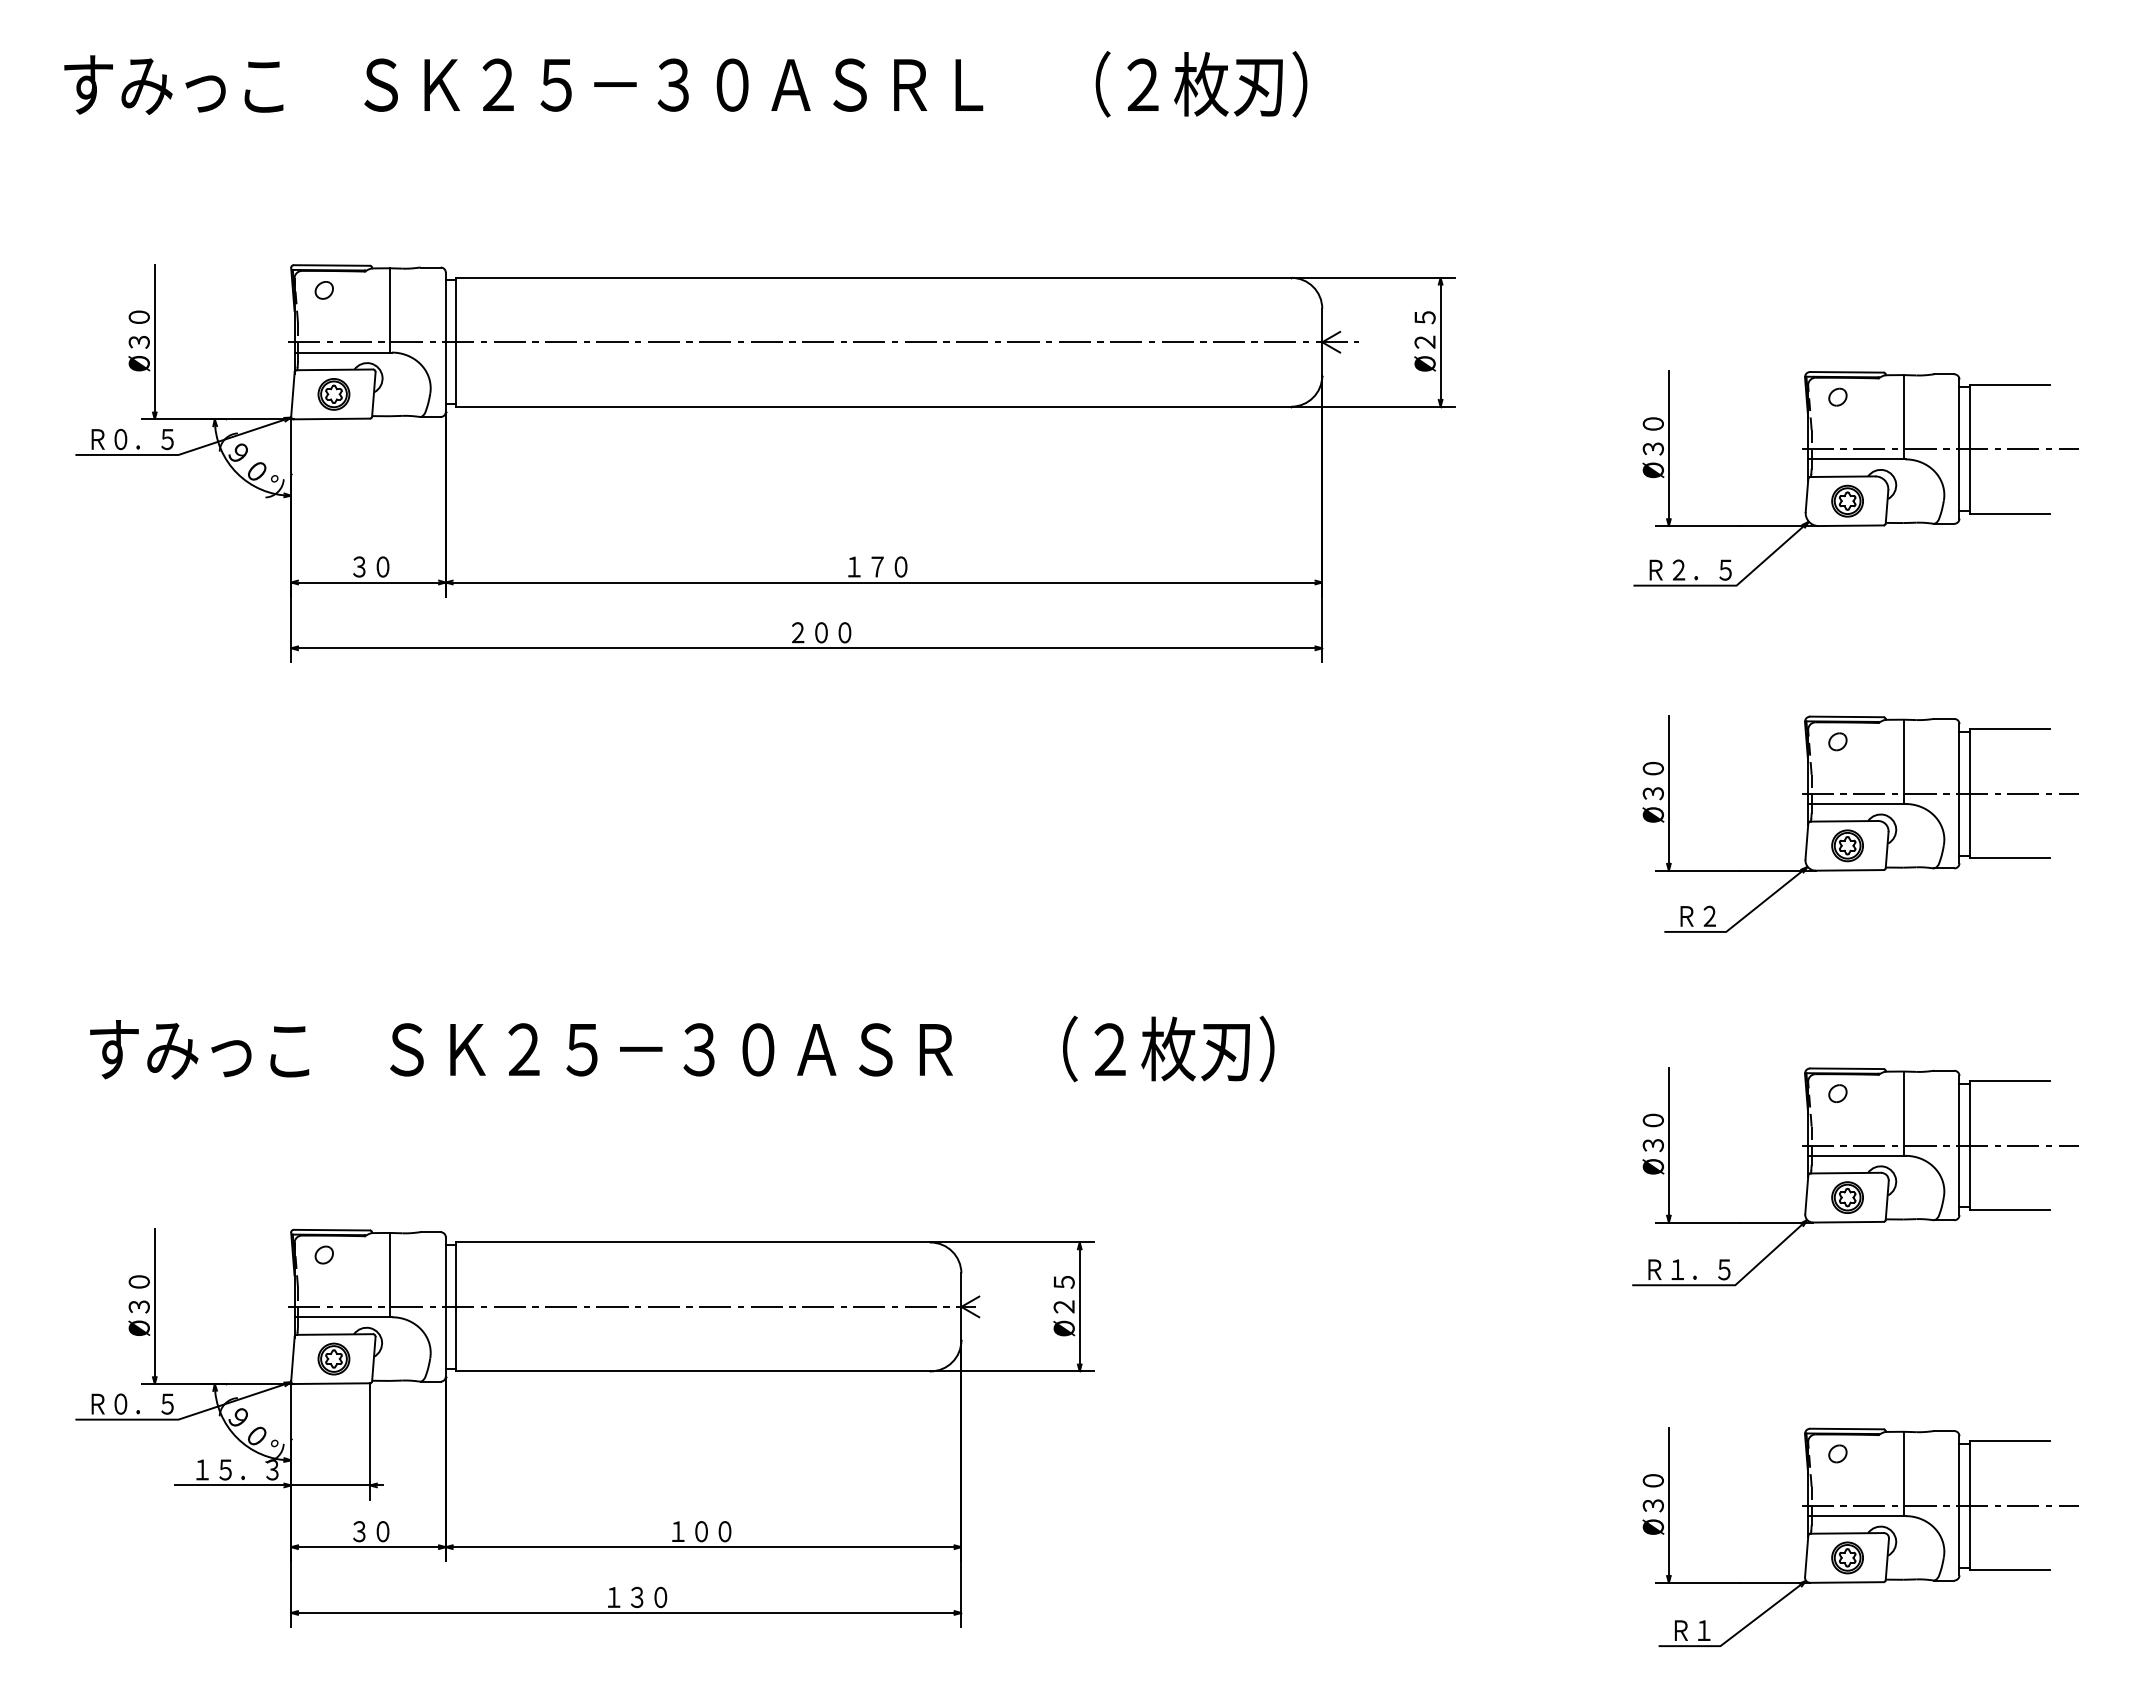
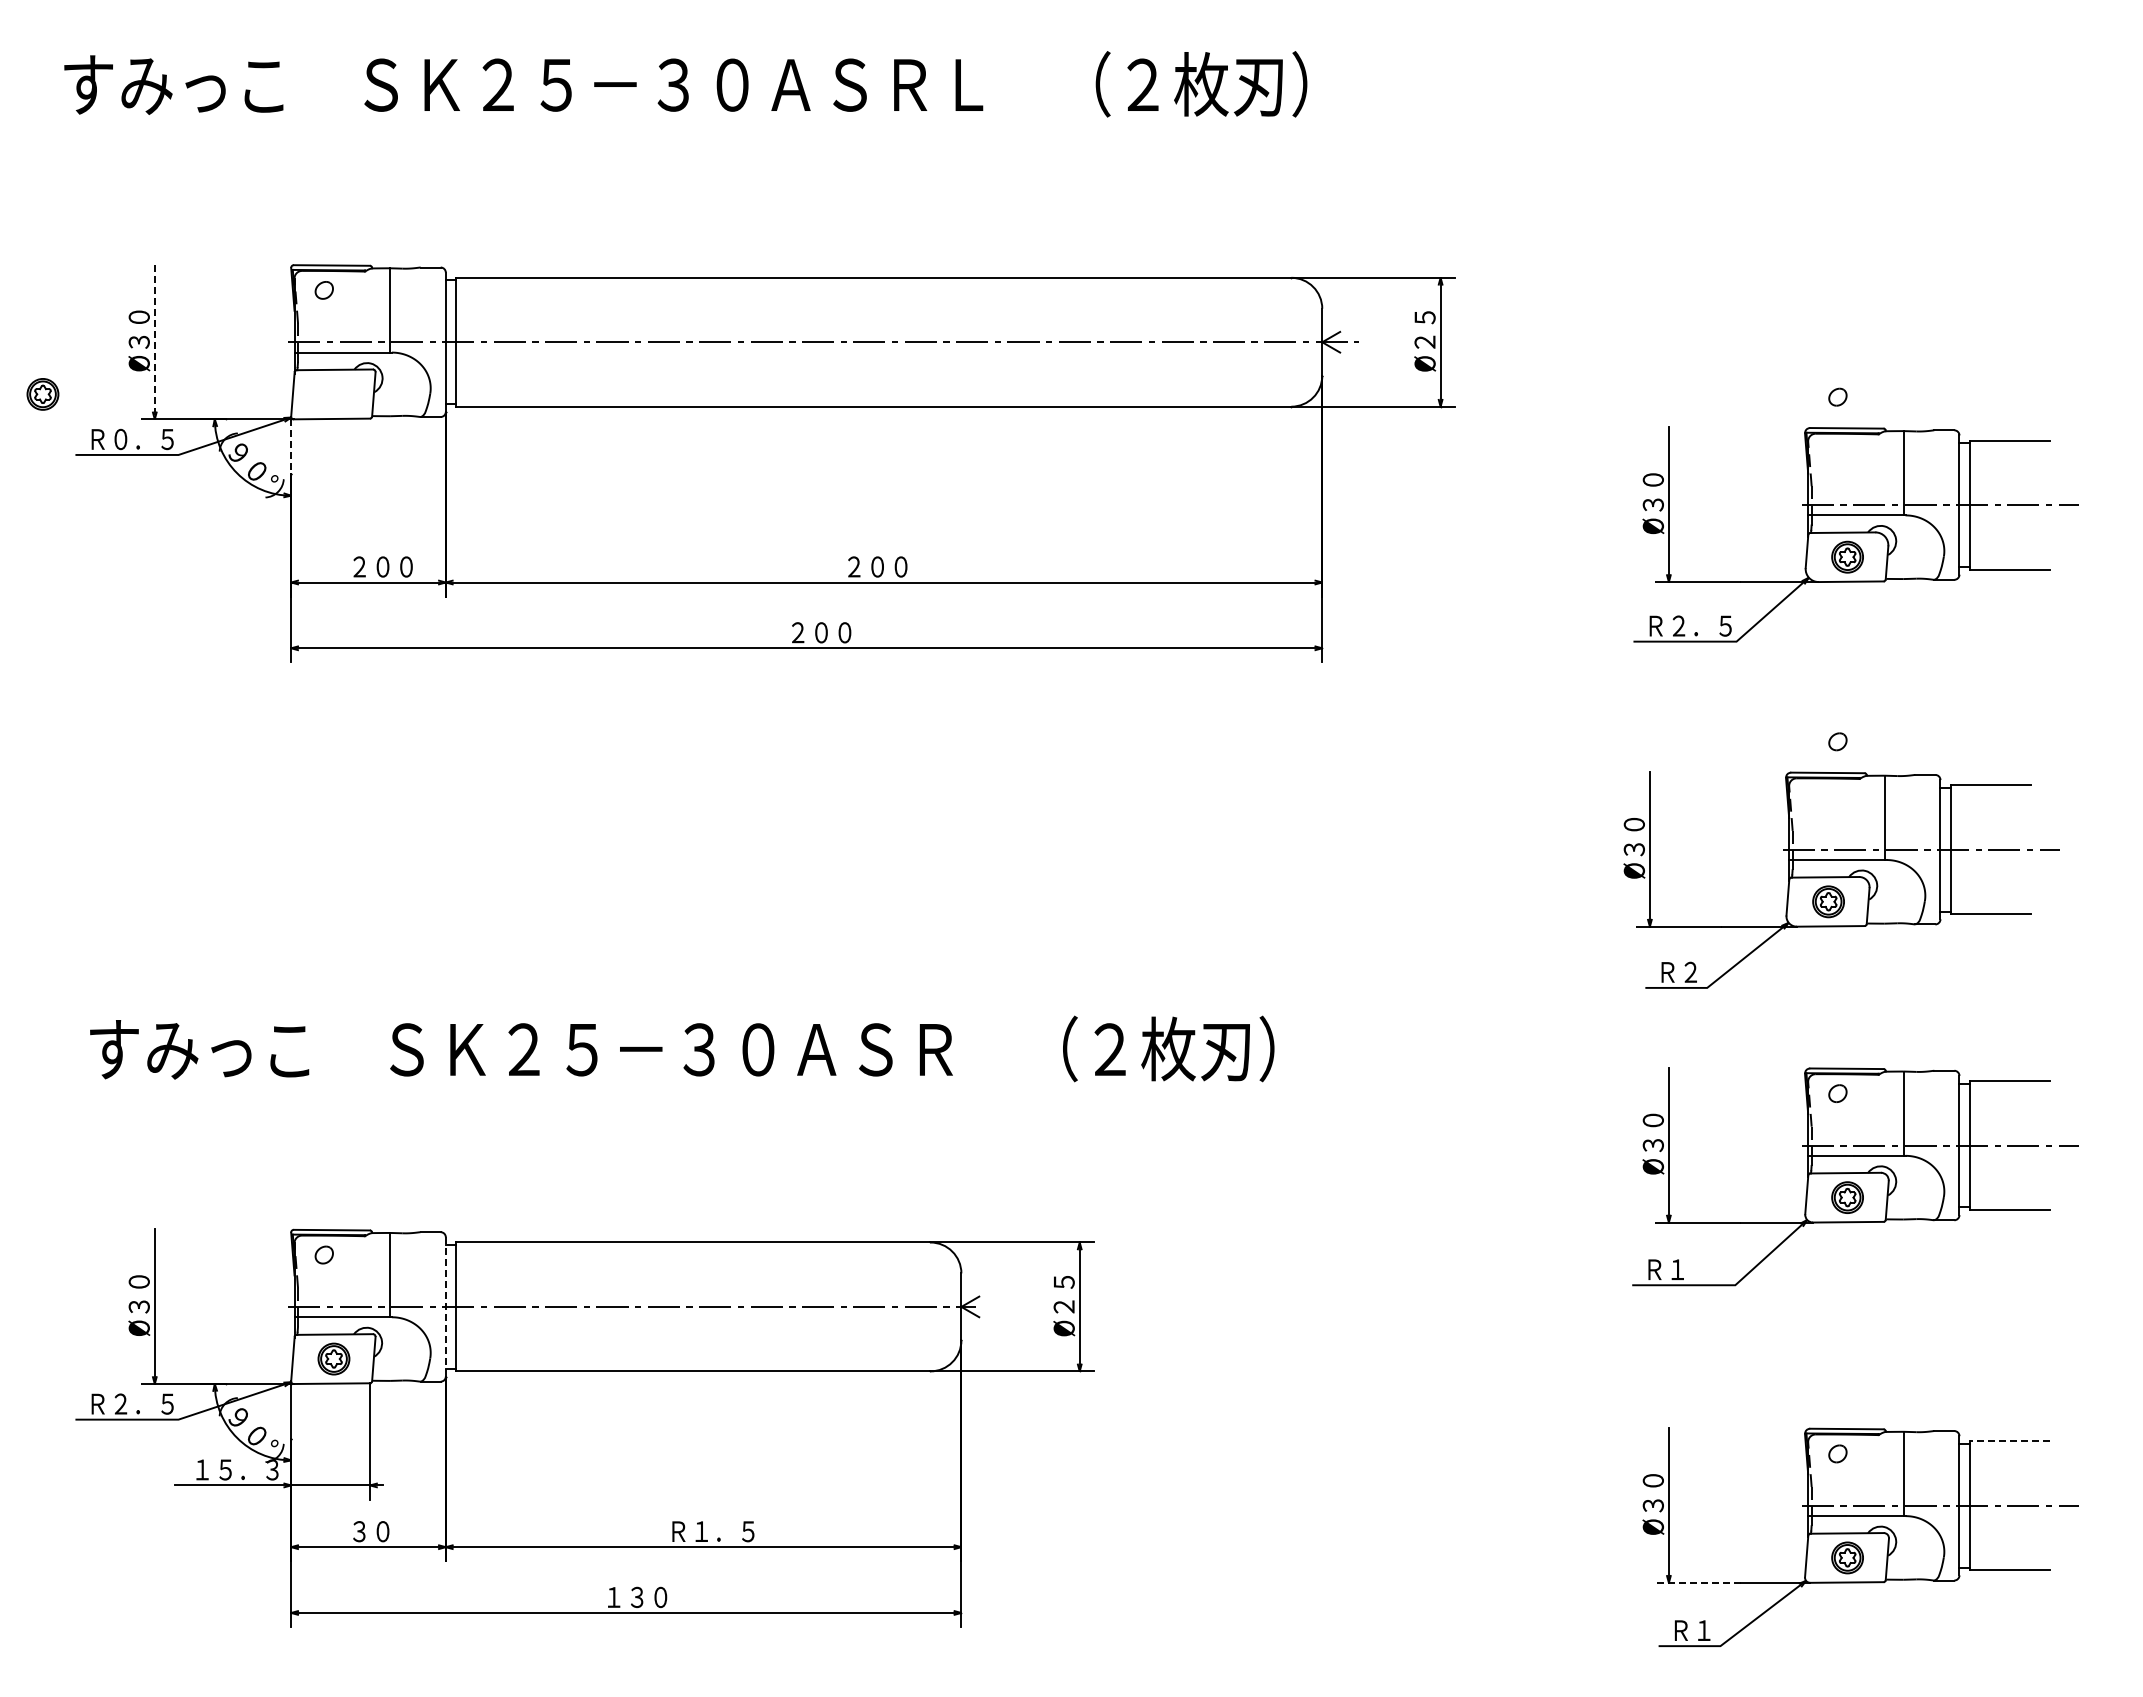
line at (154, 342): solid -> dashed
part at (333, 394) position: (333, 394) -> (42, 394)
line at (291, 447): solid -> dashed
part at (1855, 478) position: (1855, 478) -> (1855, 534)
text at (382, 566): ３０ -> ２００
text at (865, 566): １７０ -> ２００
part at (1860, 823) position: (1860, 823) -> (1841, 879)
text at (1711, 1269): Ｒ１．５ -> Ｒ１
line at (445, 1306): solid -> dashed
text at (120, 1404): Ｒ０．５ -> Ｒ２．５
line at (2009, 1441): solid -> dashed
text at (713, 1531): １００ -> Ｒ１．５
line at (1696, 1582): solid -> dashed
